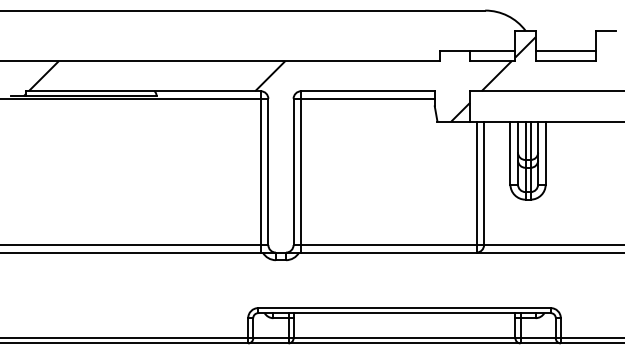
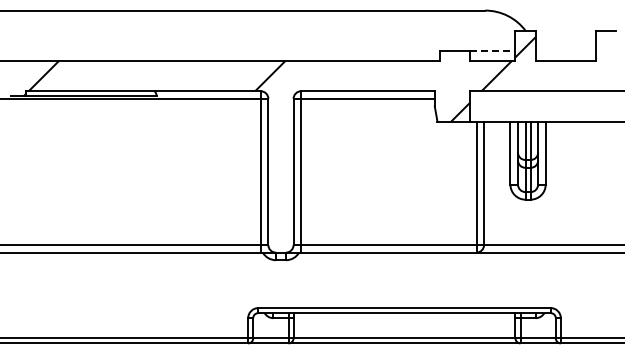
line at (492, 50): solid -> dashed
line at (565, 50): present -> none
